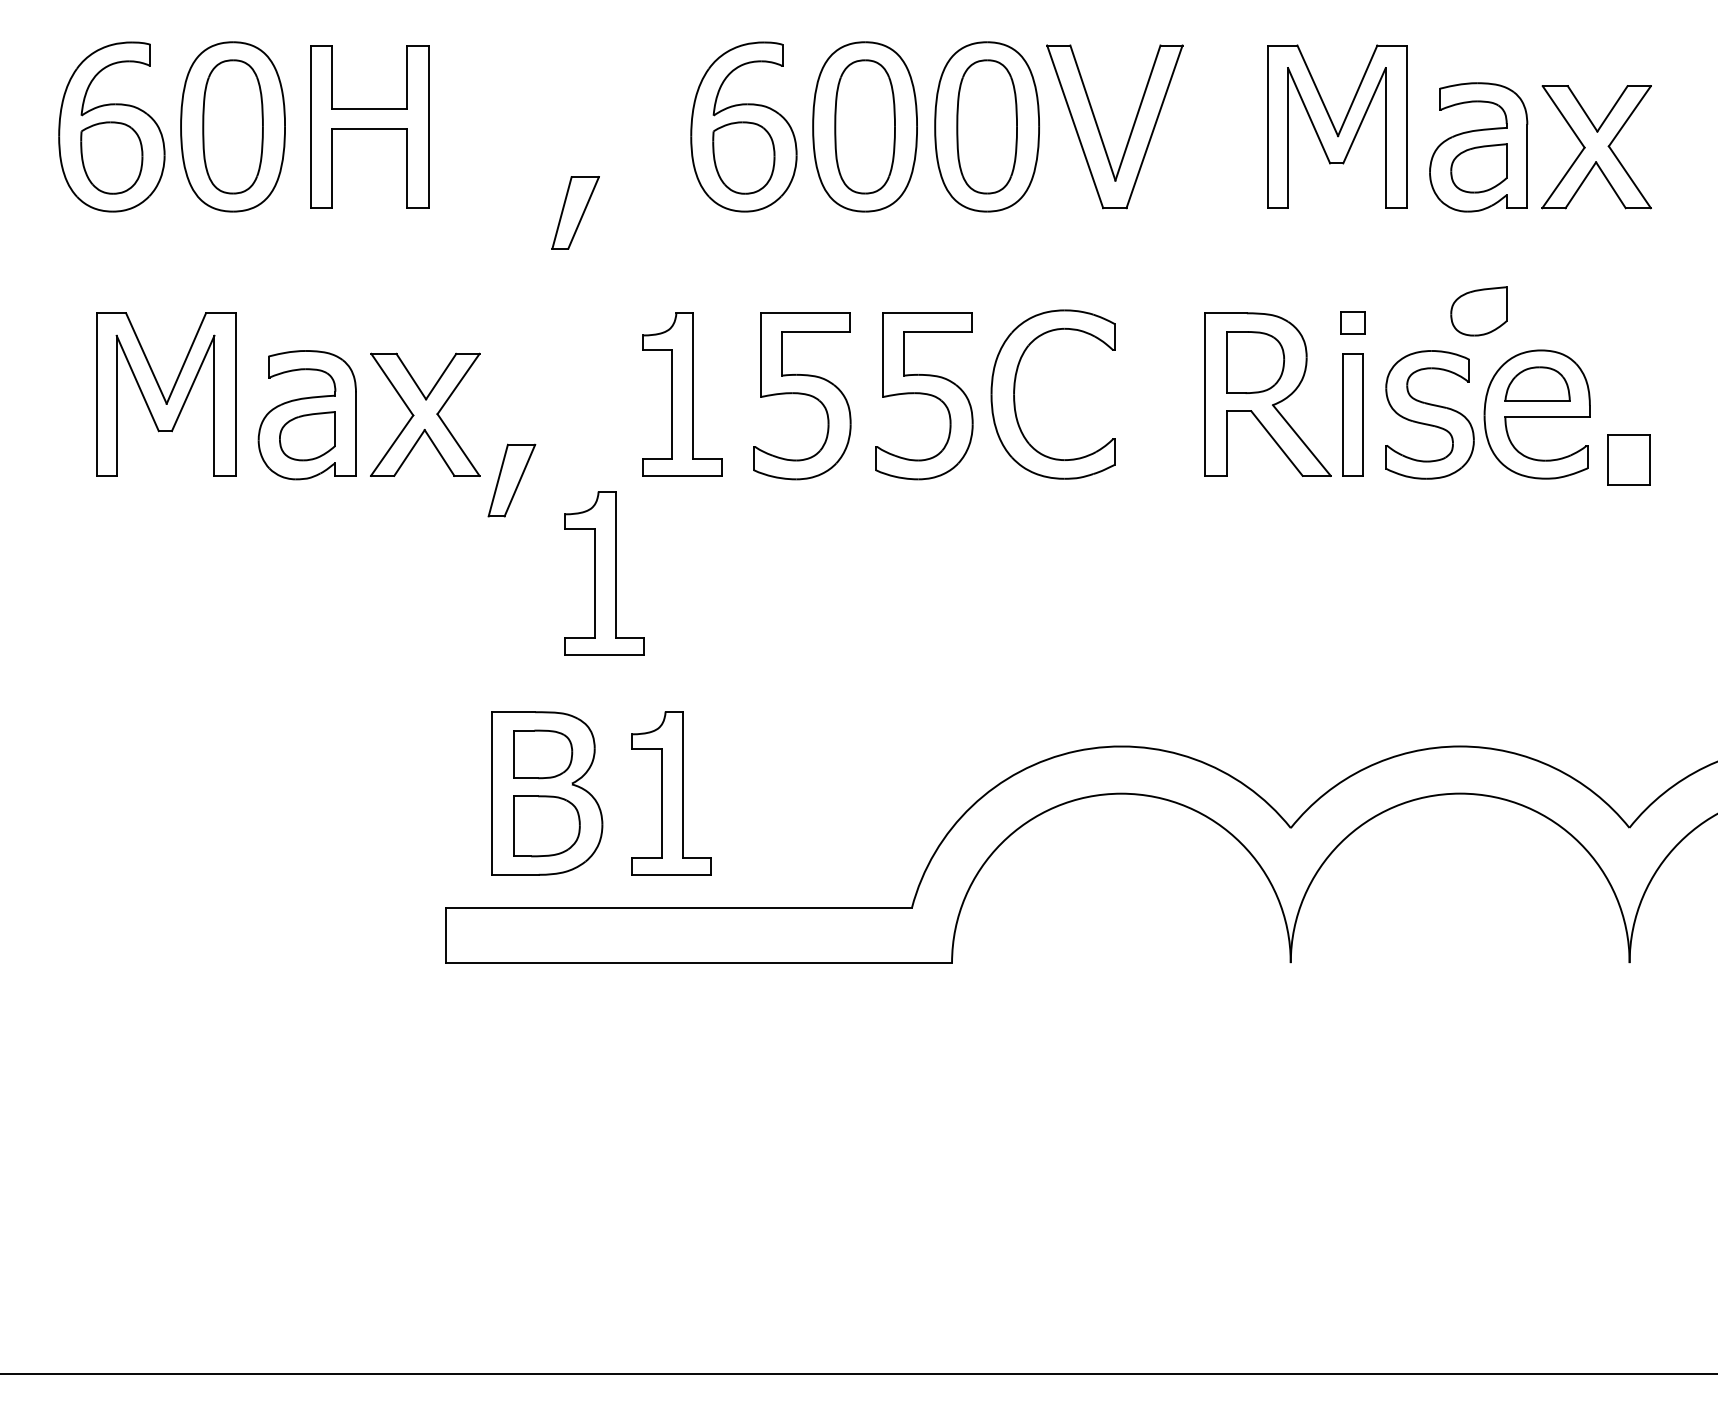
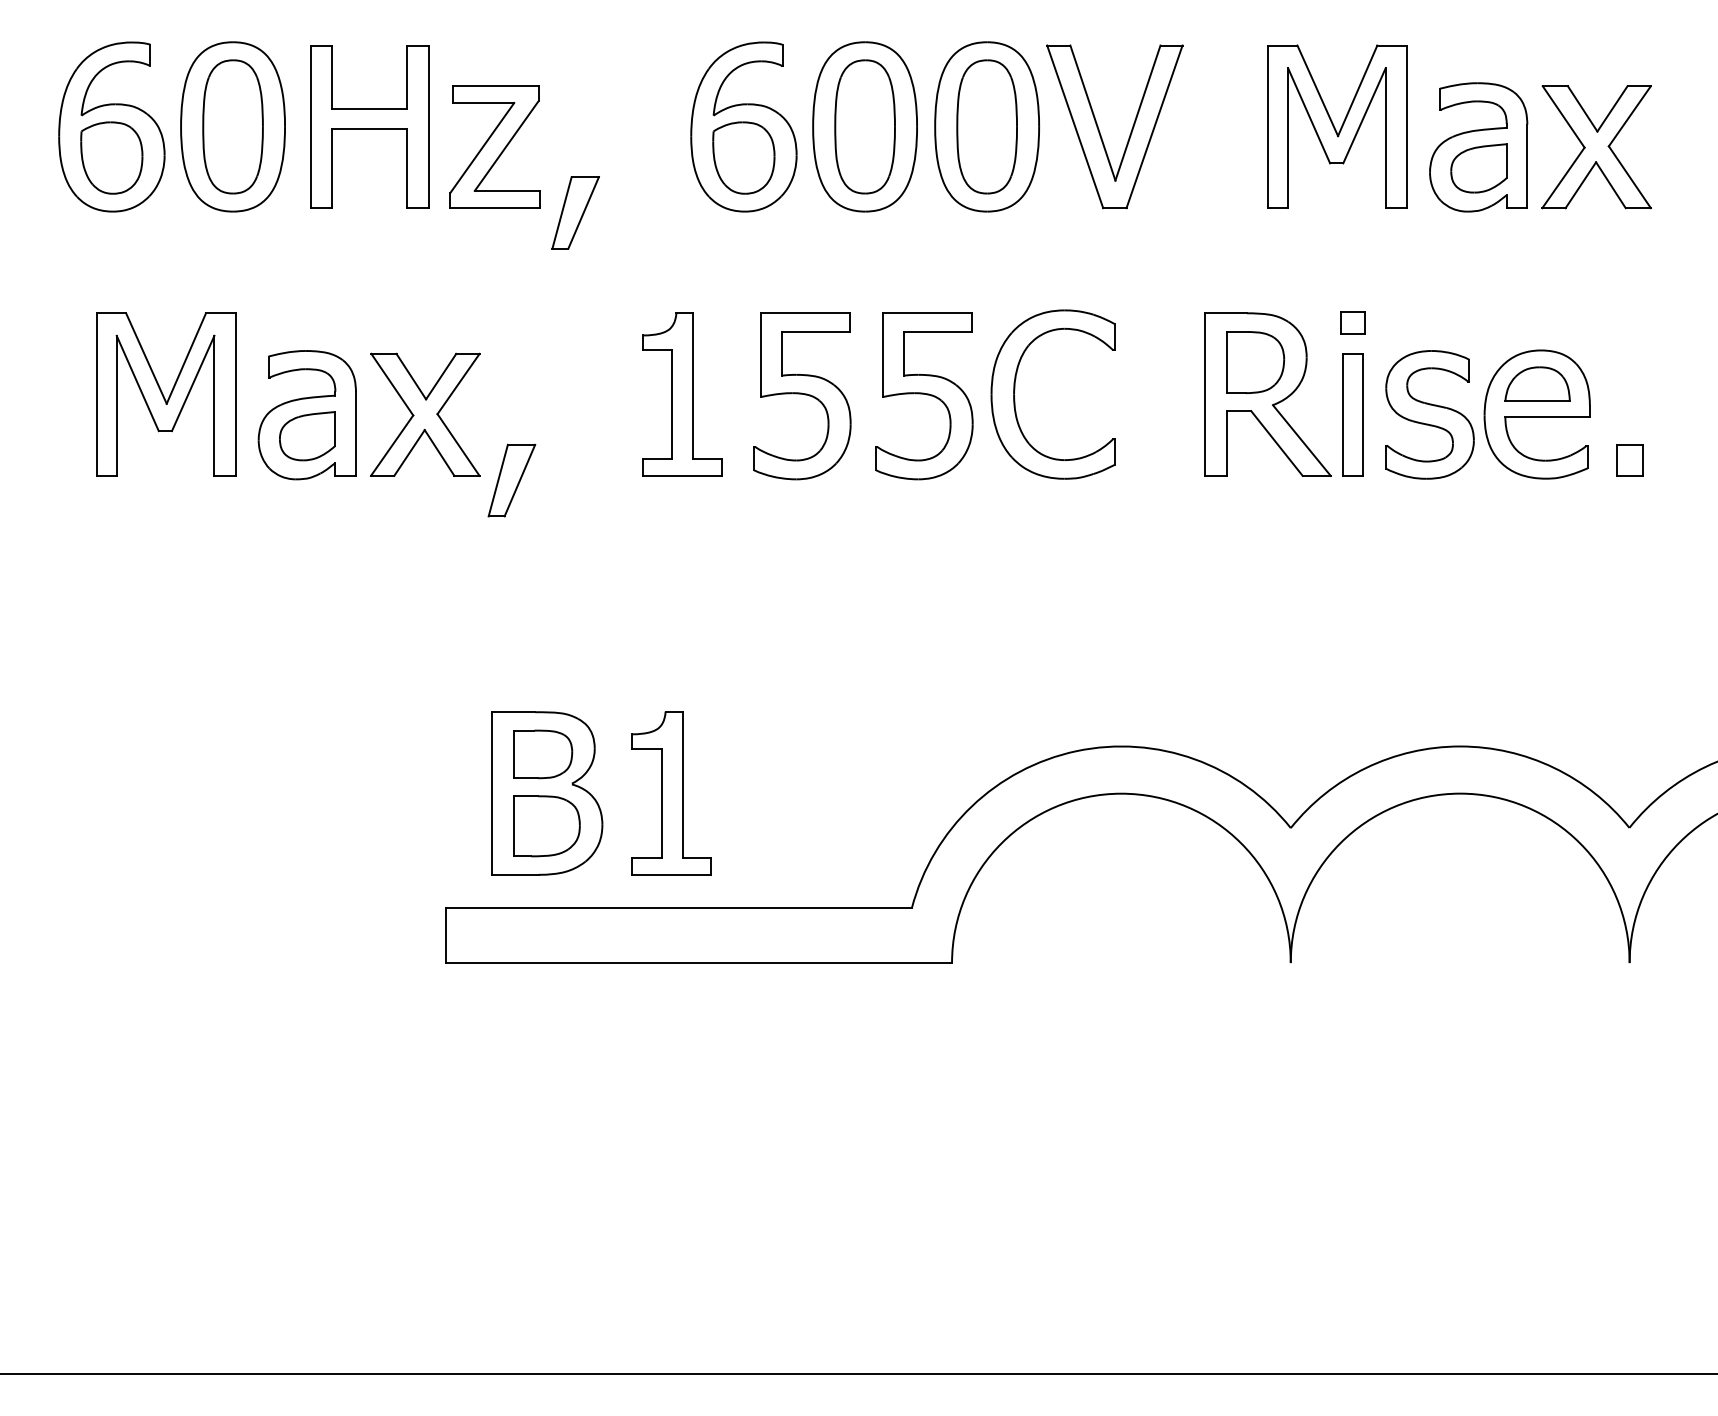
part at (494, 146): none -> present
part at (1478, 311): present -> none
part at (1628, 459) size: 44x52 px -> 28x33 px
part at (604, 573): present -> none
